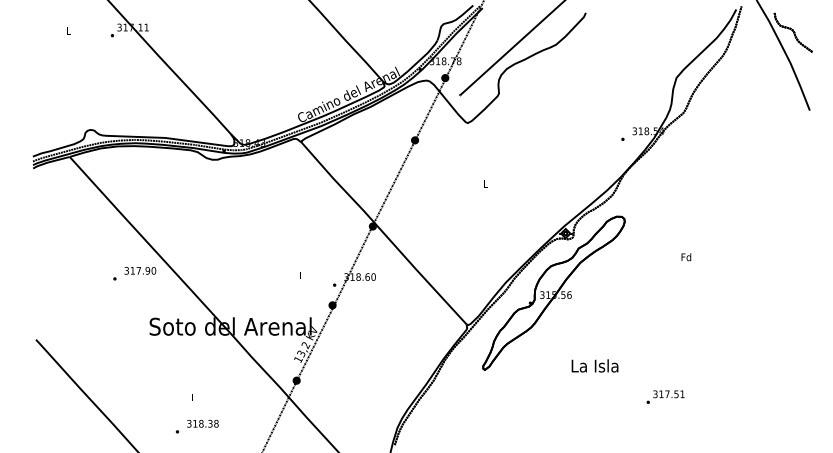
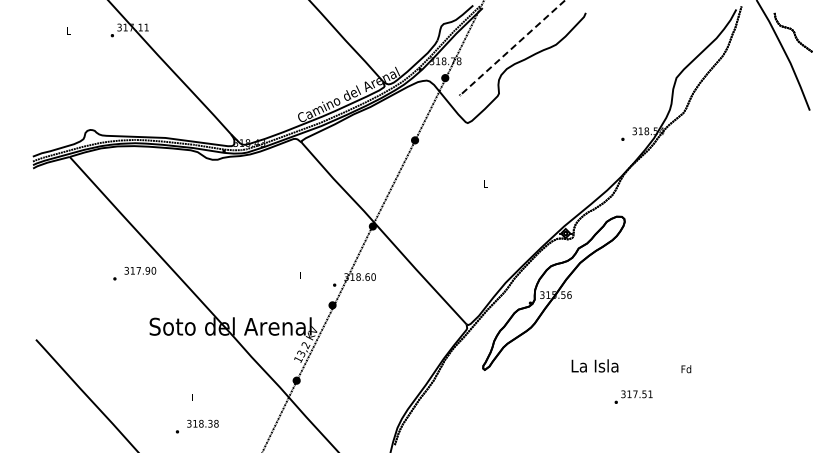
line at (512, 47): solid -> dashed
text at (686, 257) position: (686, 257) -> (686, 369)
text at (665, 396) position: (665, 396) -> (633, 396)
